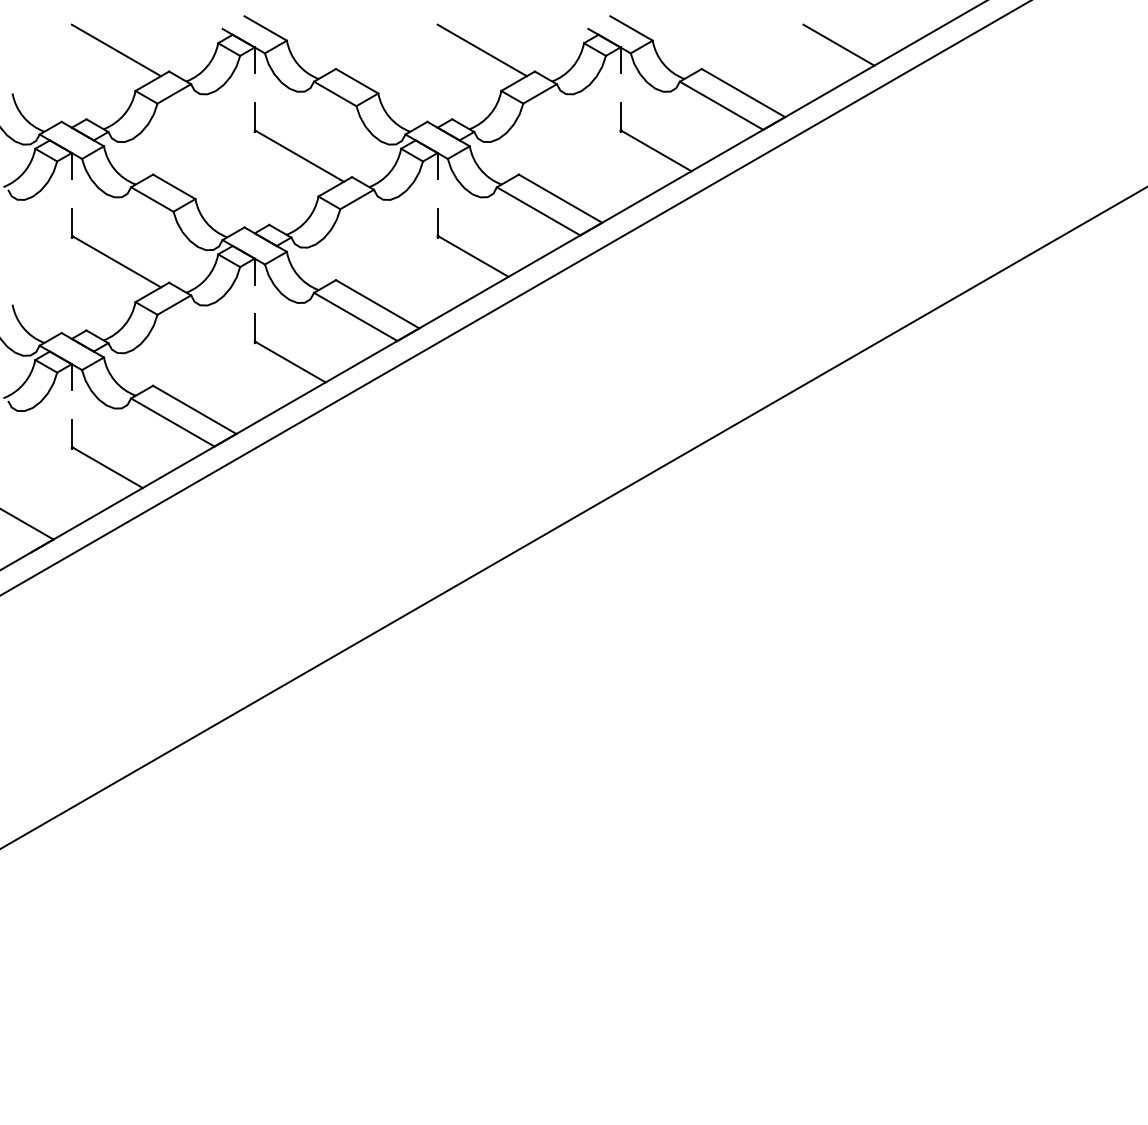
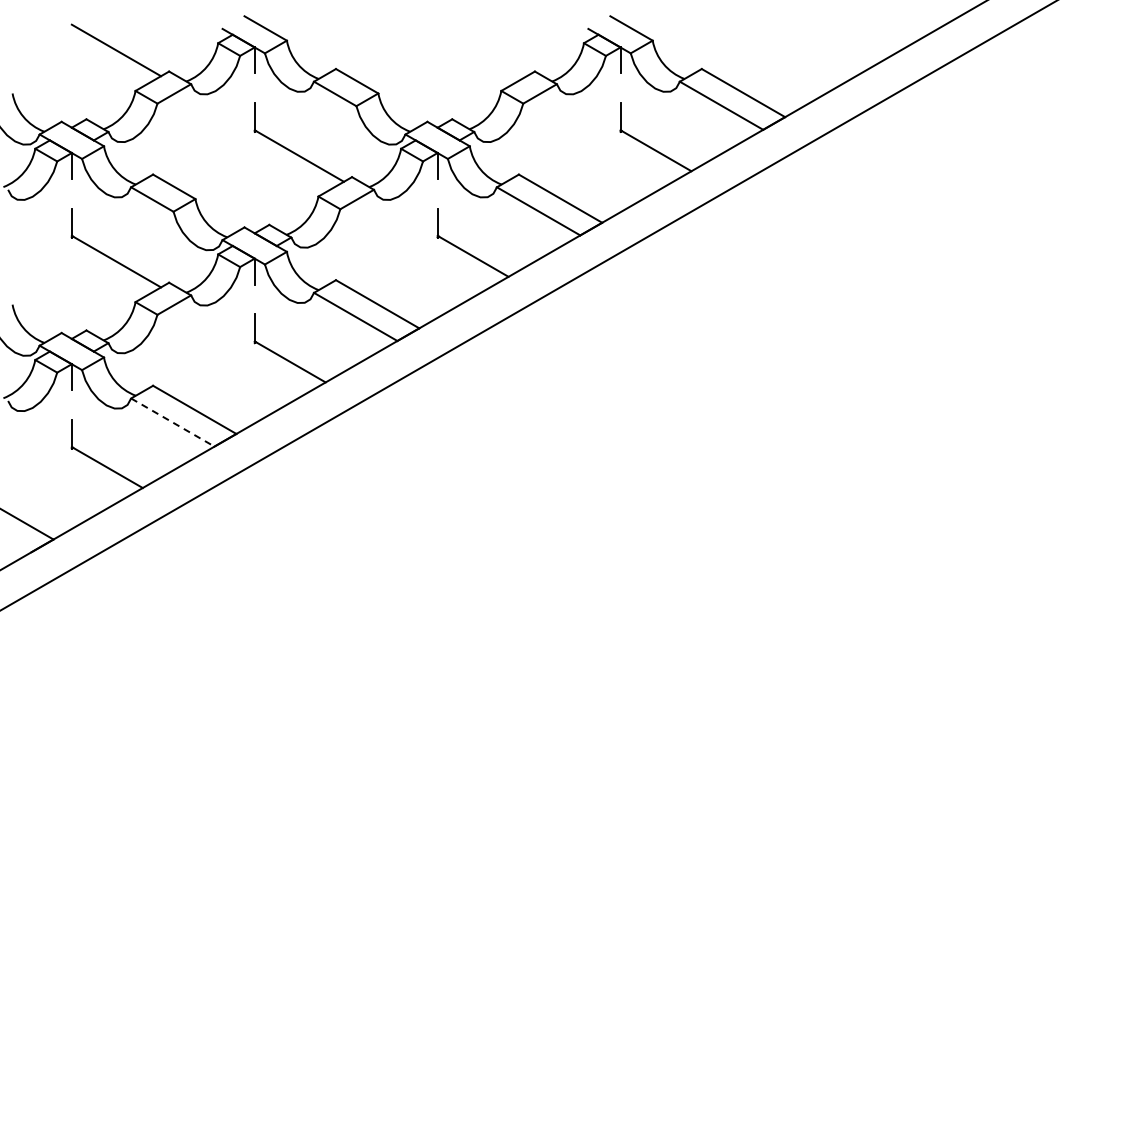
line at (838, 44): present -> none
line at (481, 50): present -> none
line at (515, 298) position: (515, 298) -> (528, 305)
line at (173, 422): solid -> dashed
line at (573, 517): present -> none
